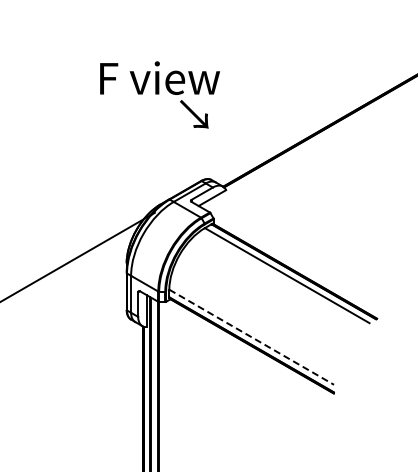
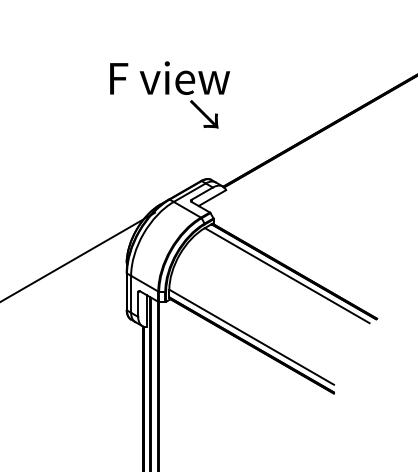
text at (159, 94) position: (159, 94) -> (169, 94)
line at (252, 337): dashed -> solid
